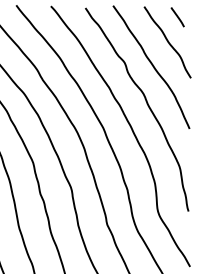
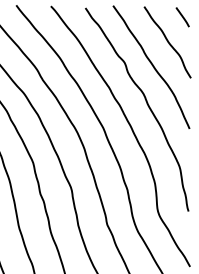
line at (177, 17) position: (177, 17) -> (182, 17)
